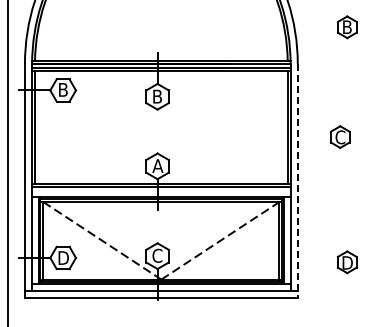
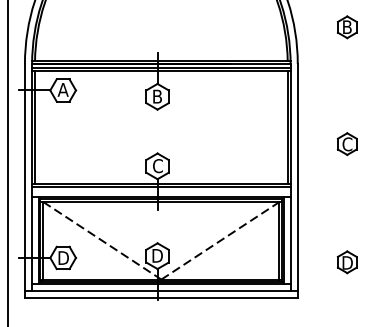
text at (62, 89): B -> A
part at (339, 136) position: (339, 136) -> (346, 143)
text at (157, 166): A -> C
line at (297, 180): dashed -> solid
text at (157, 255): C -> D
